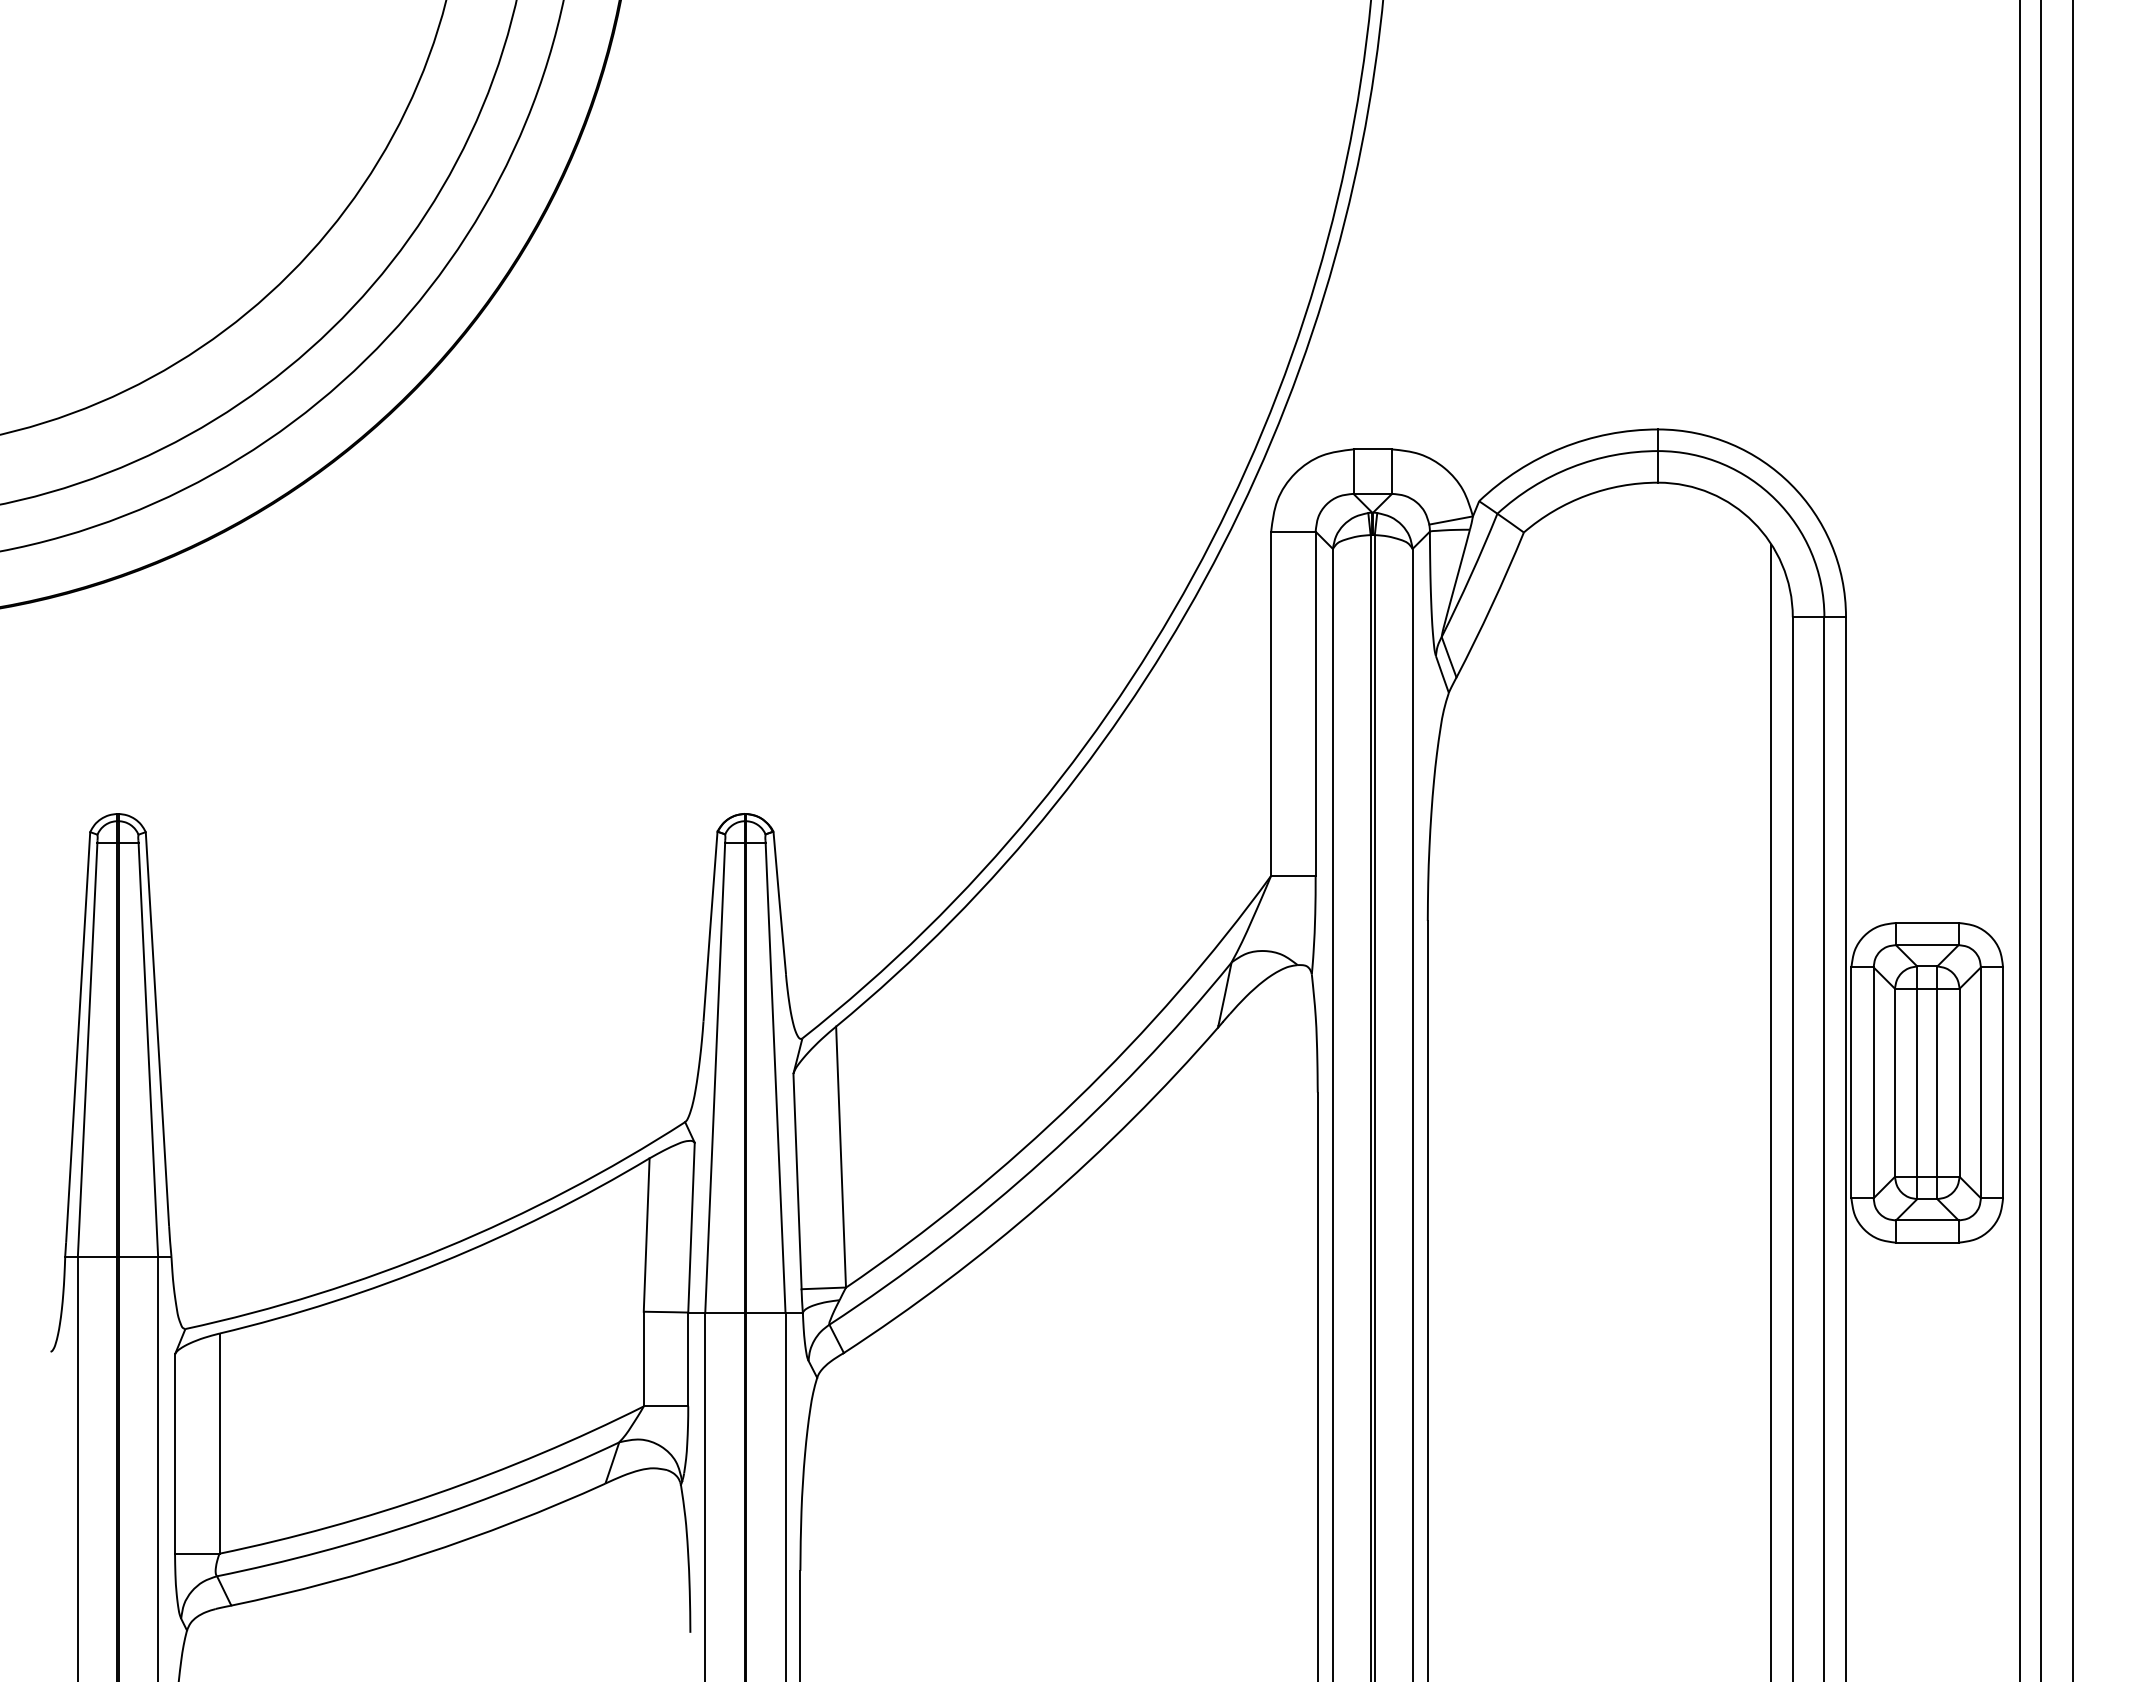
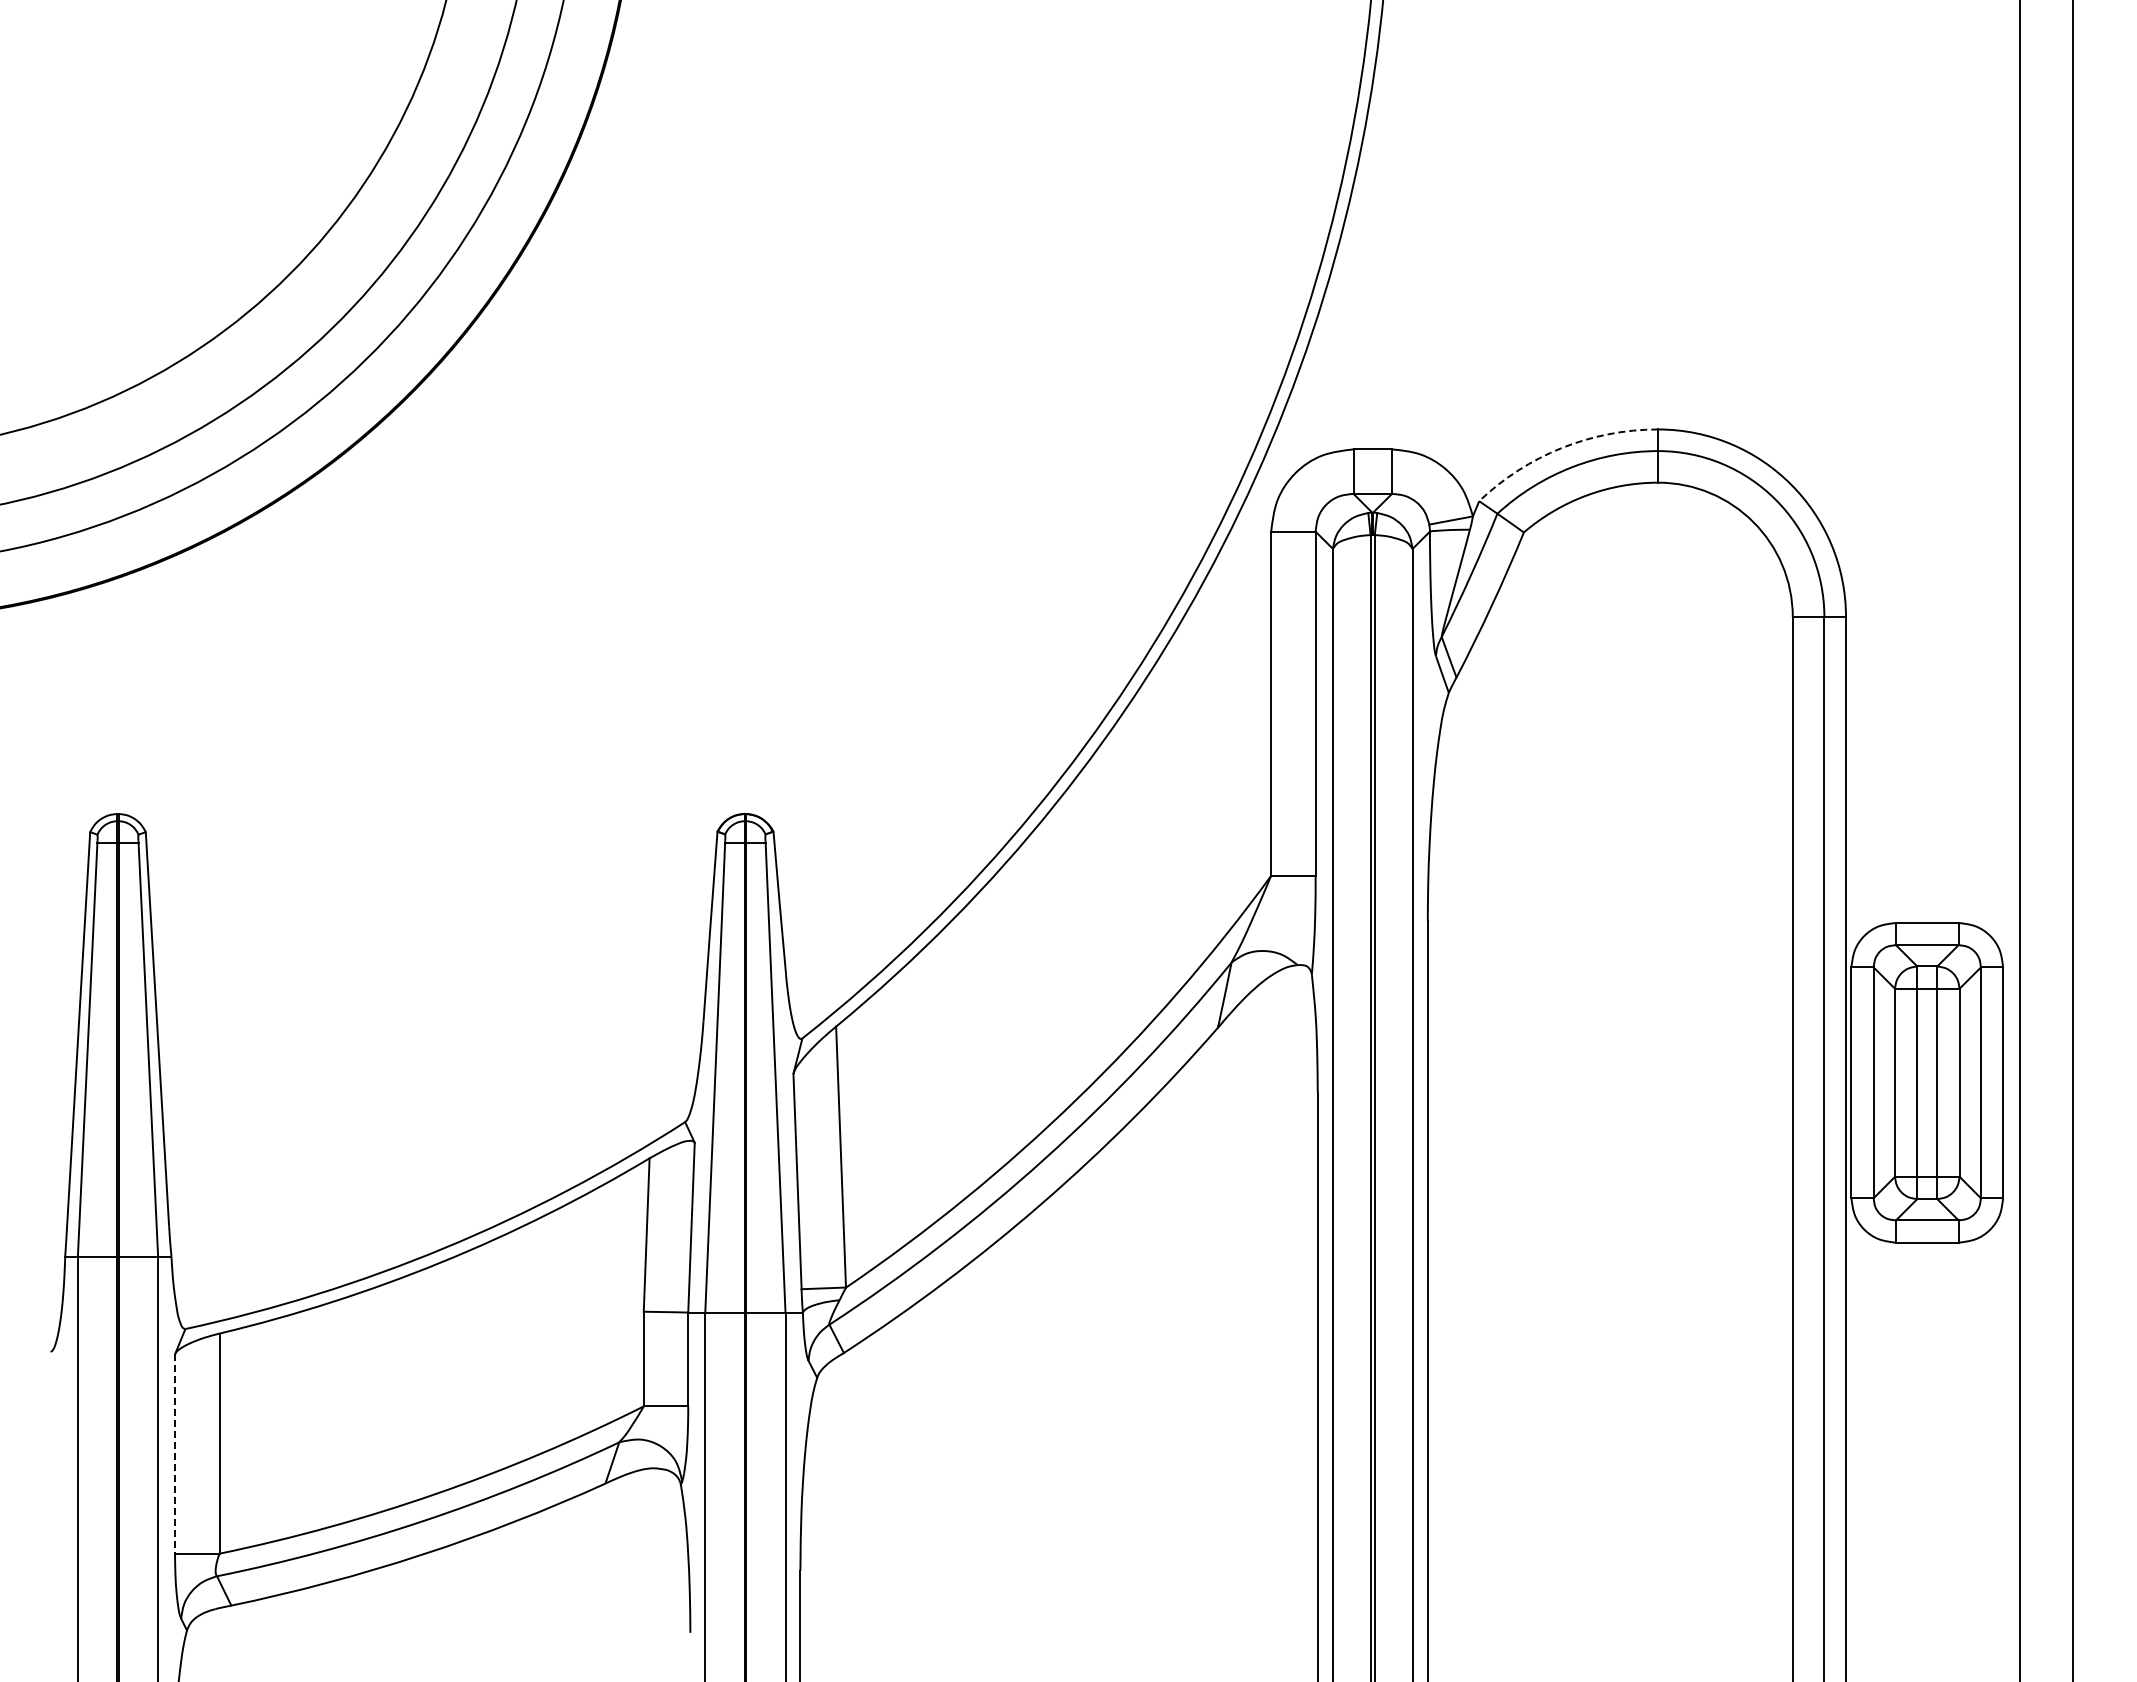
arc at (1561, 448): solid -> dashed
line at (2041, 840): present -> none
line at (1770, 1111): present -> none
line at (175, 1453): solid -> dashed
